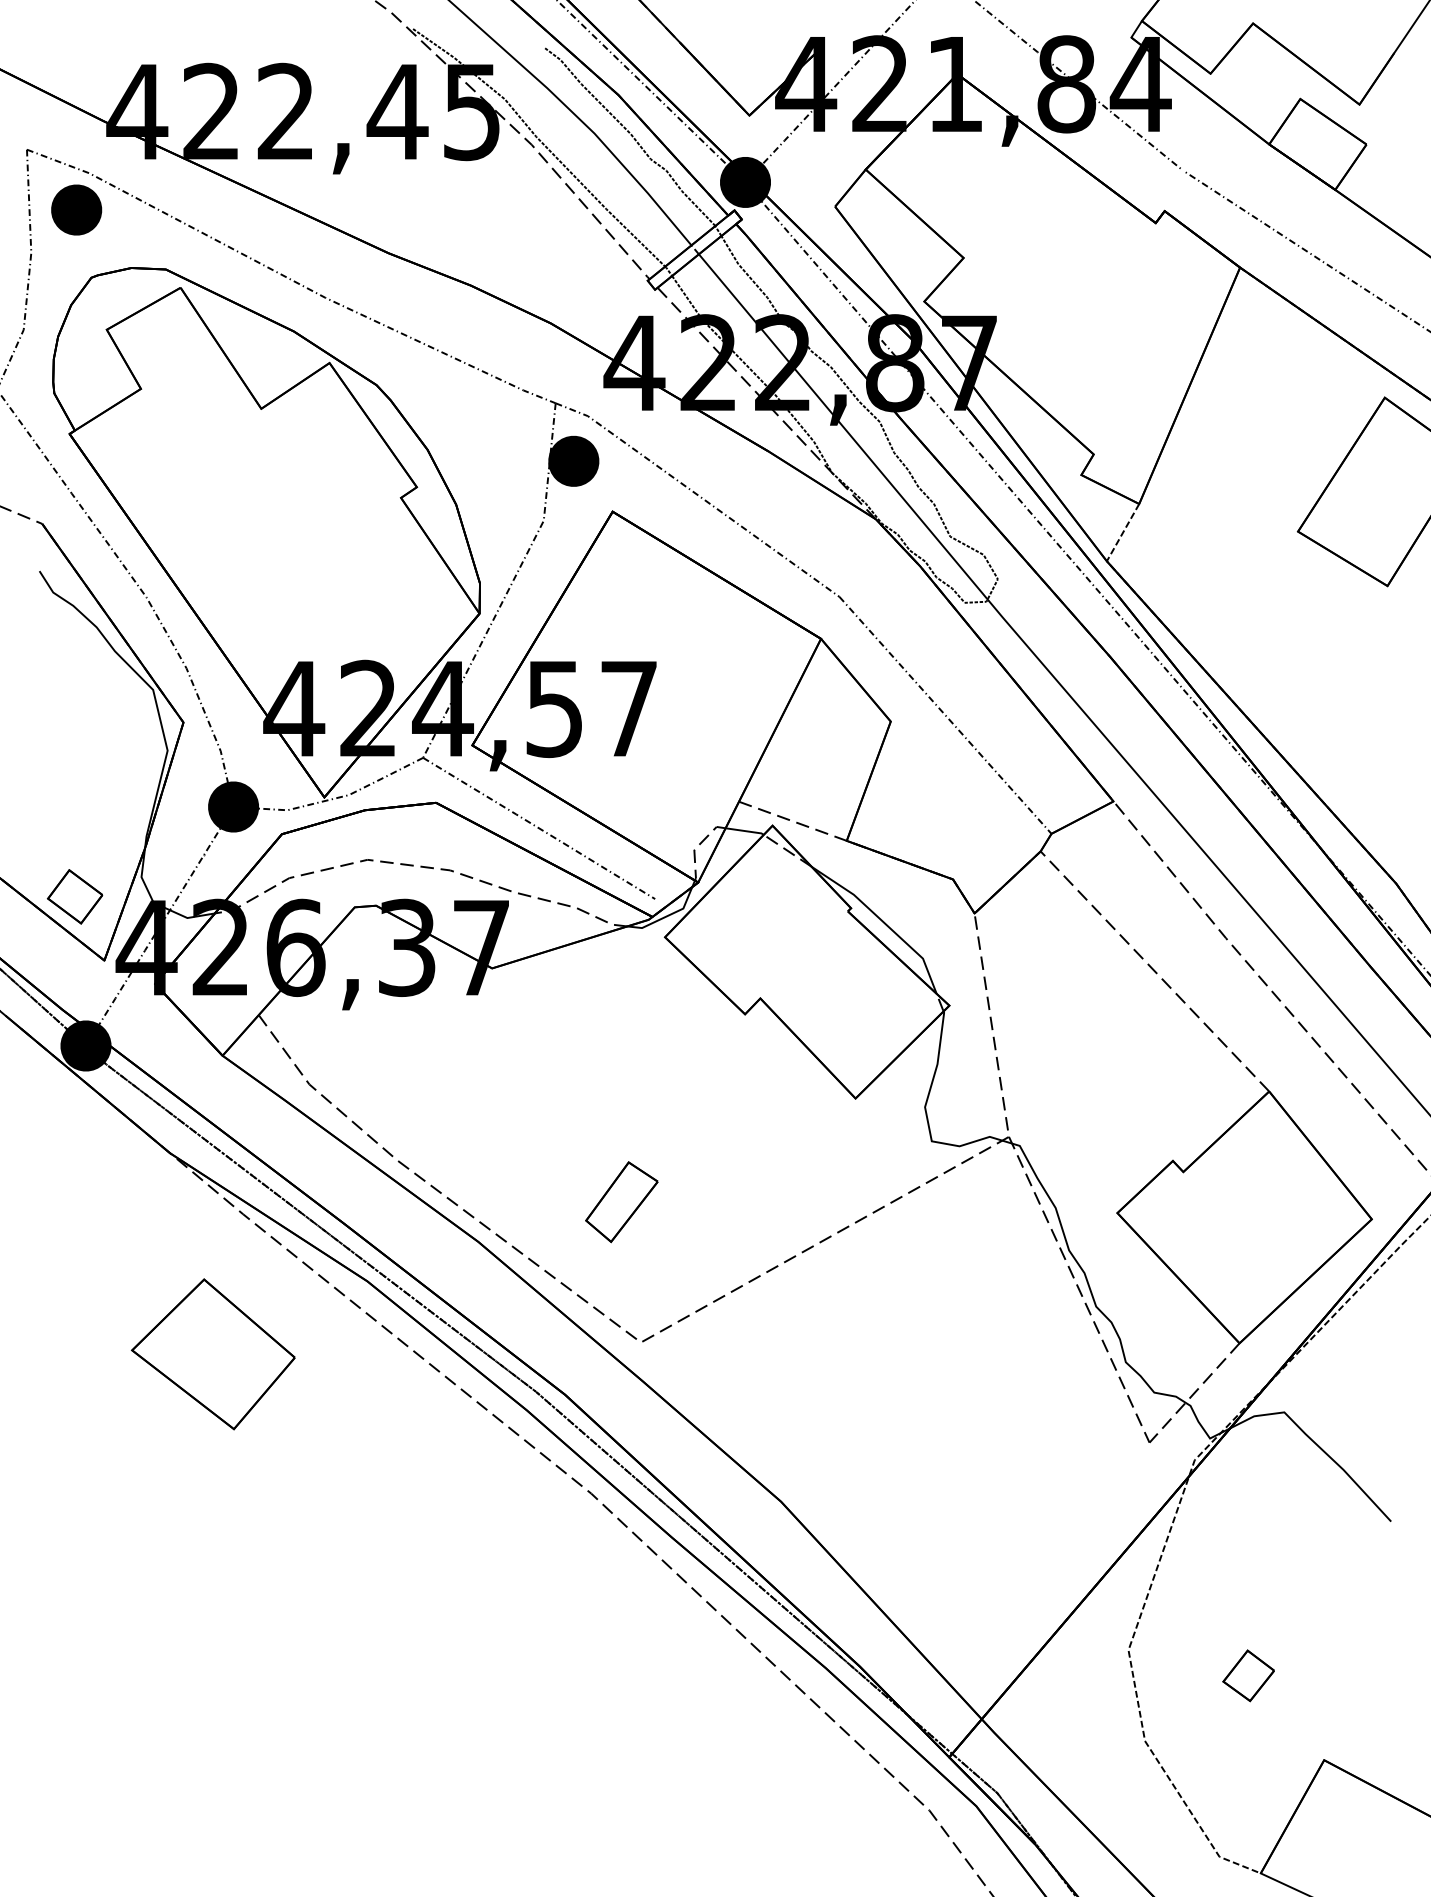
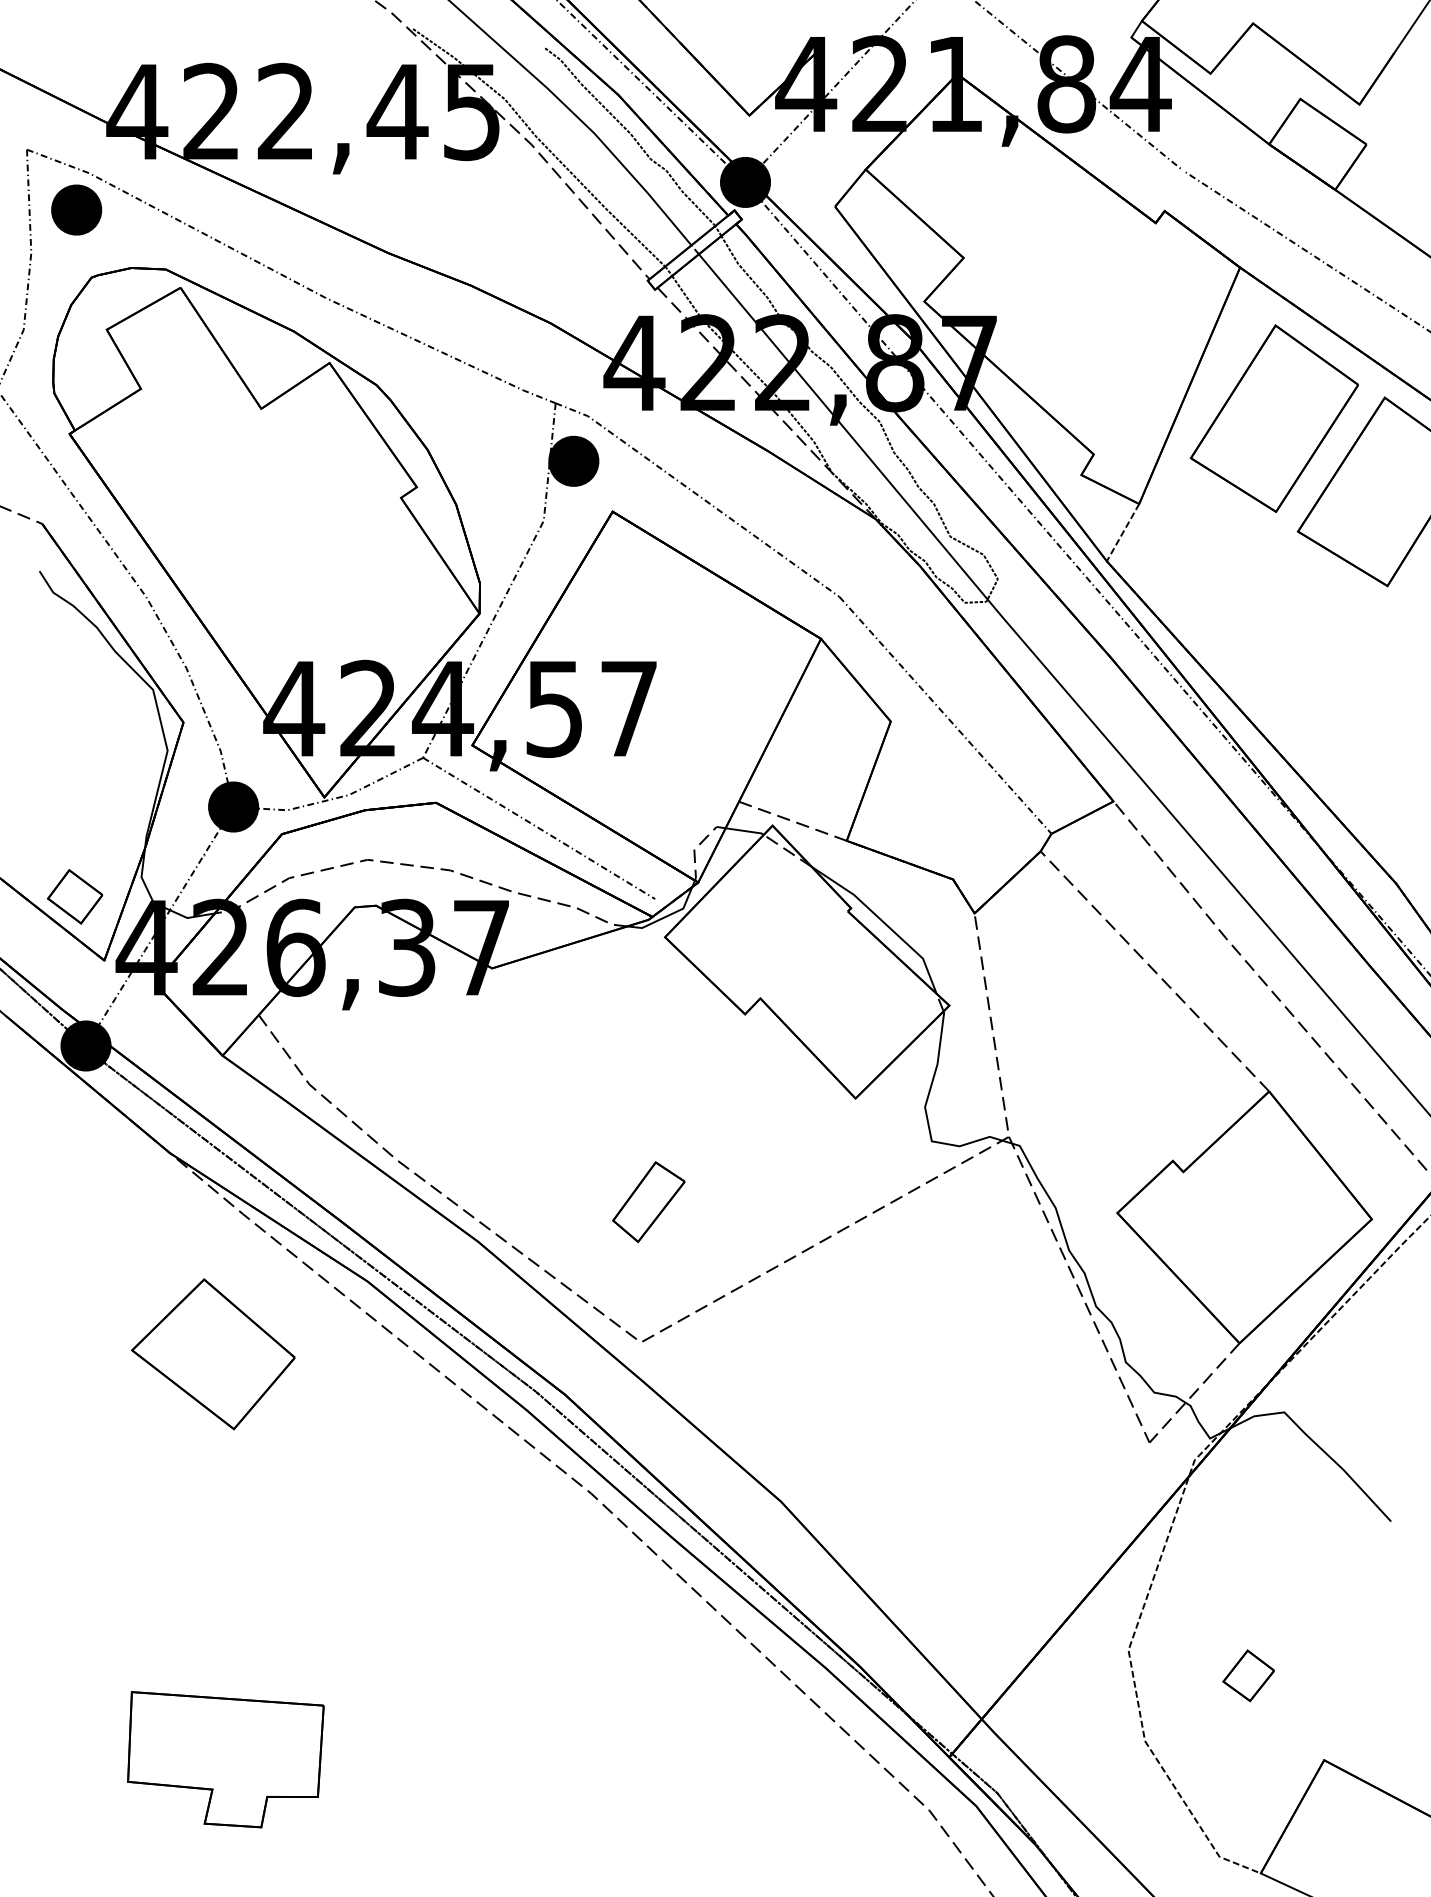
part at (1273, 418): none -> present
part at (621, 1202) position: (621, 1202) -> (648, 1202)
part at (225, 1759): none -> present
